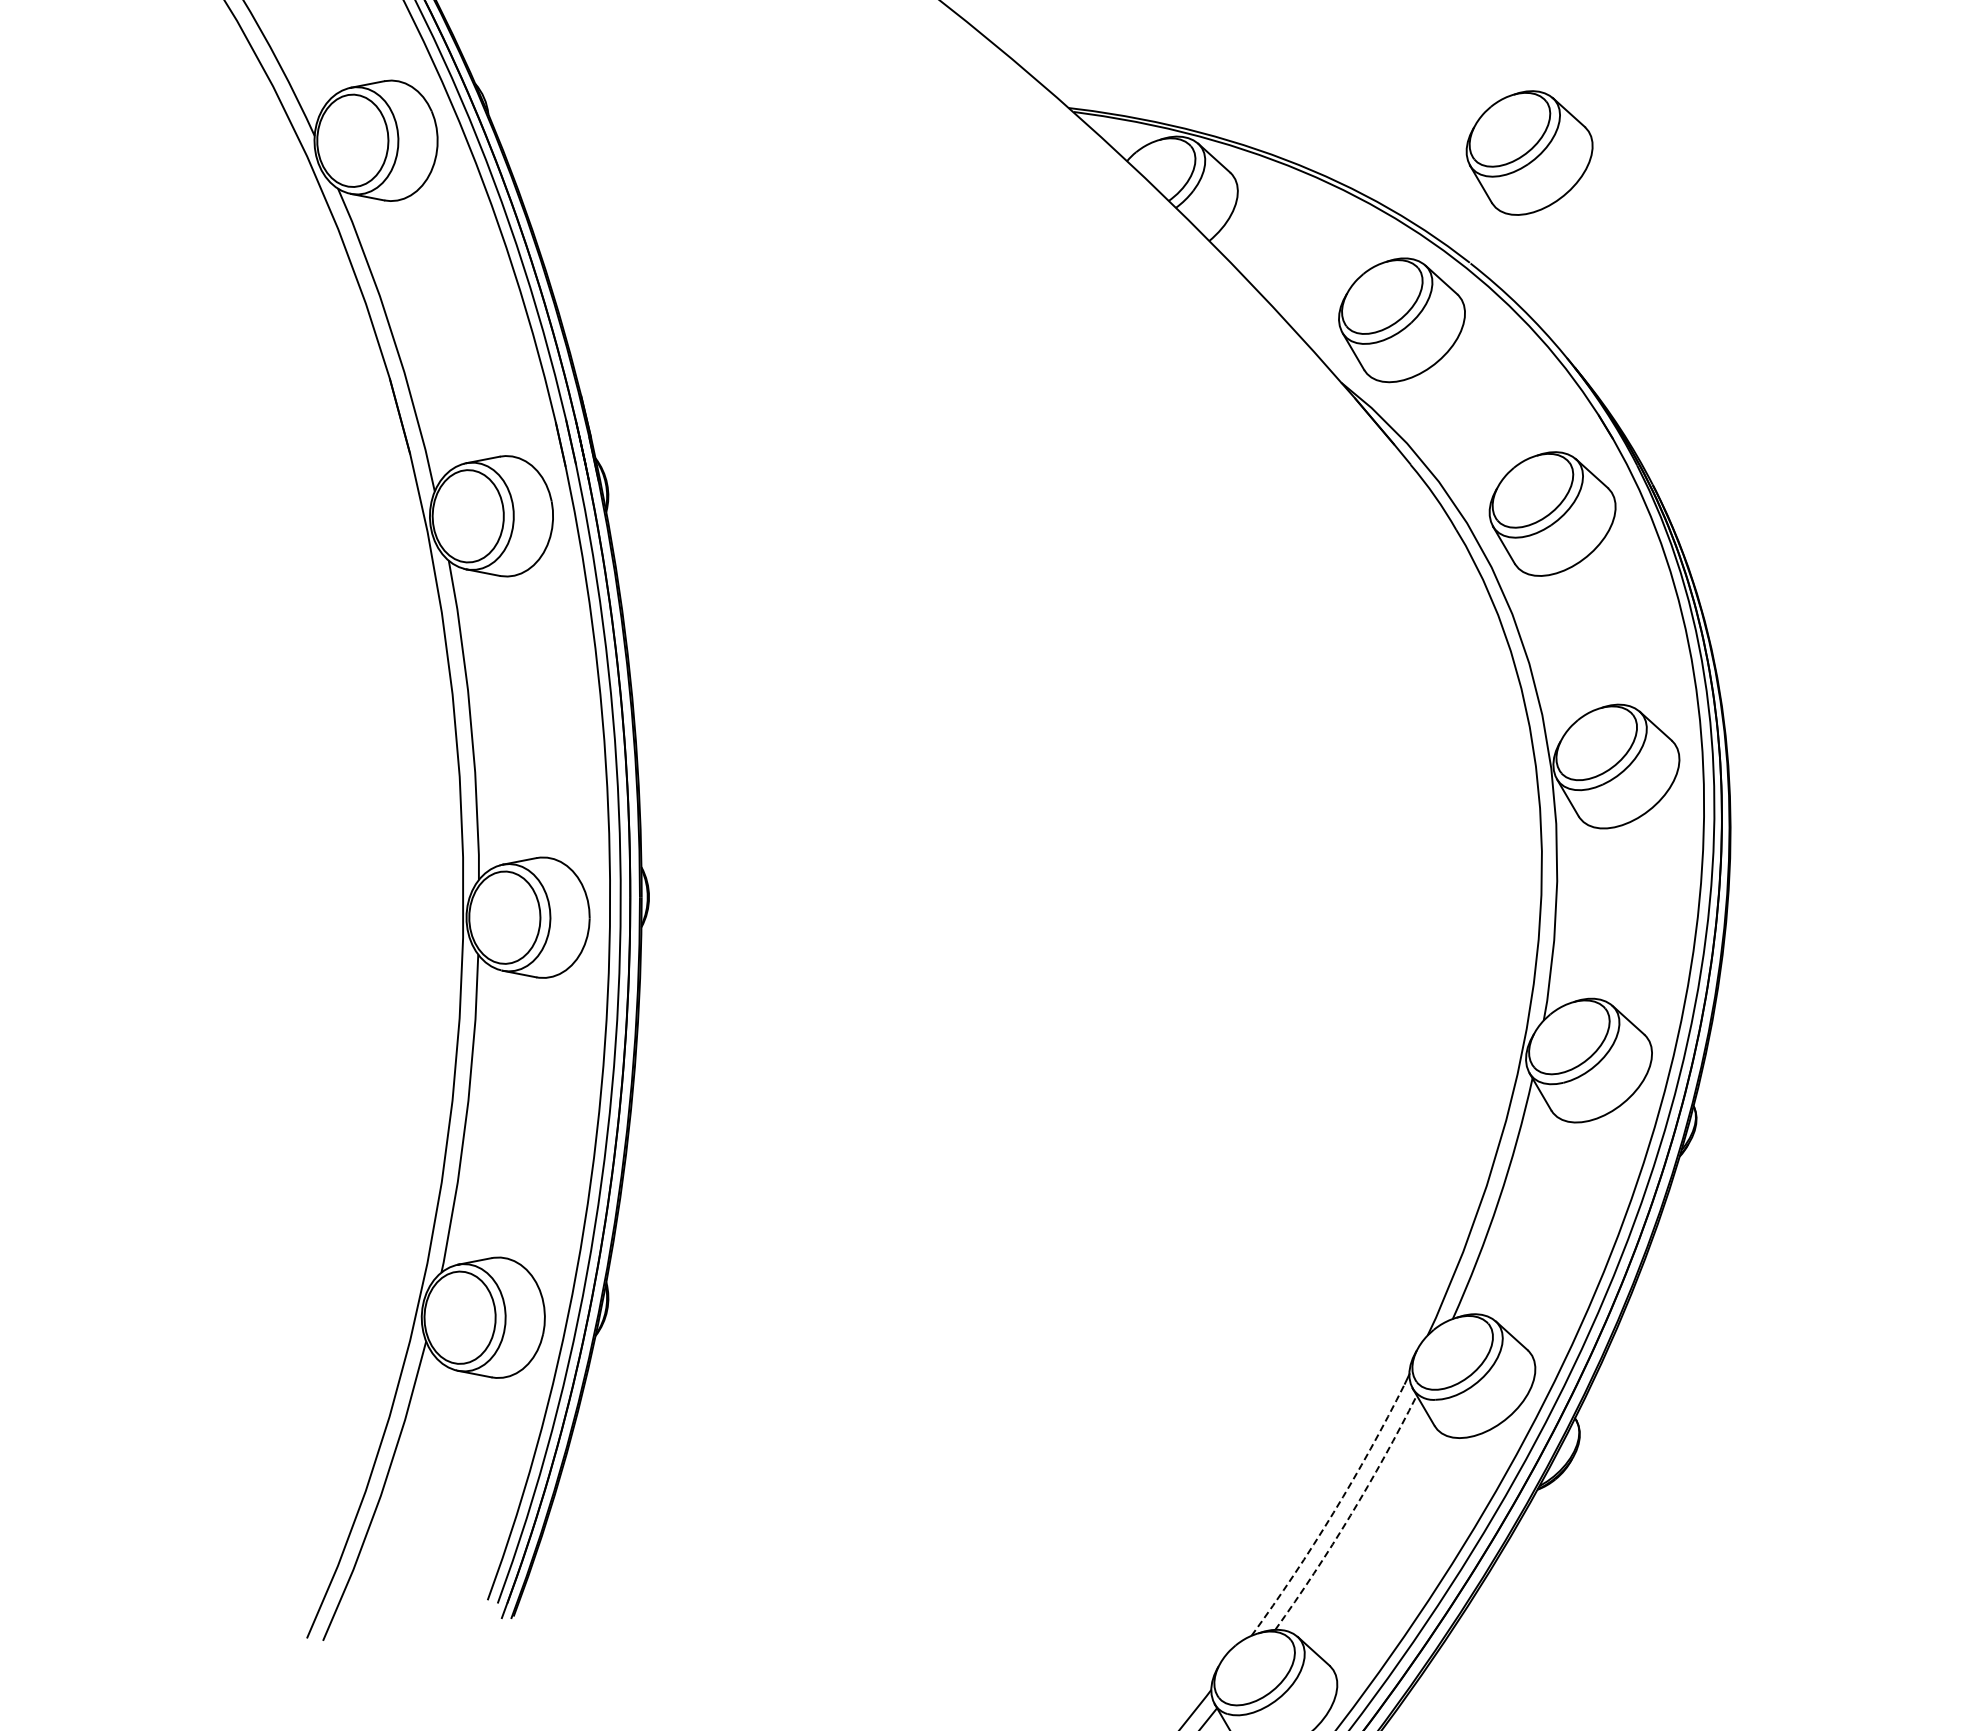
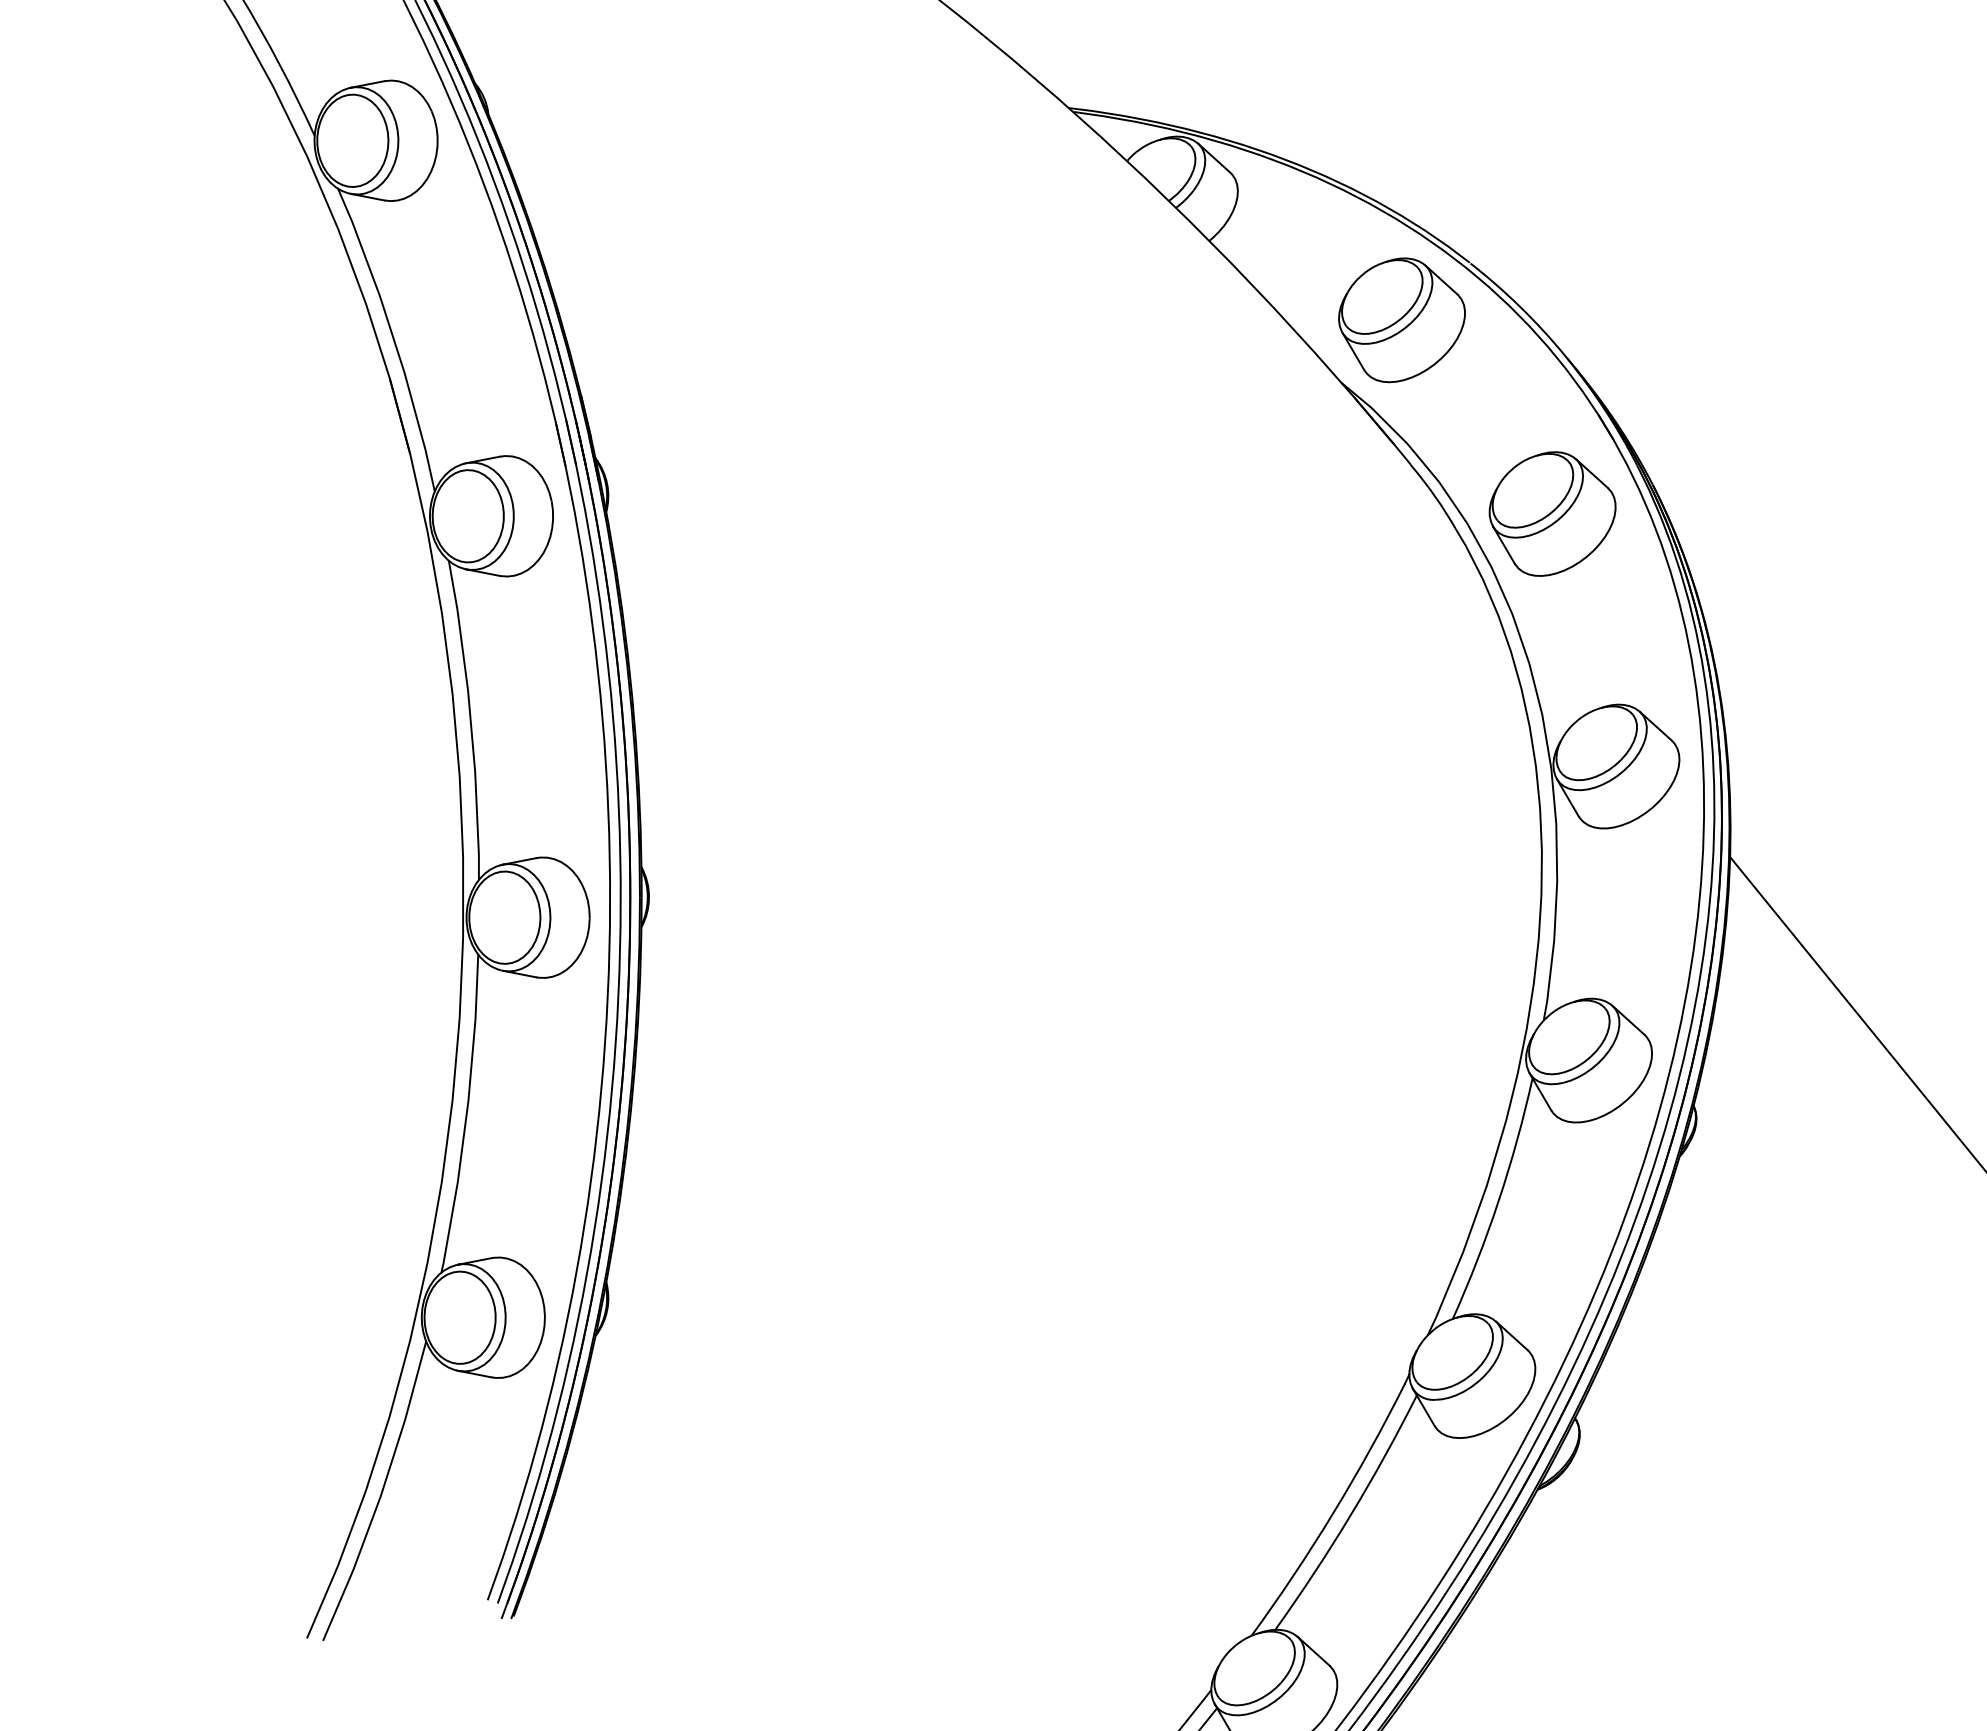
part at (1529, 152): present -> none
line at (1856, 1013): none -> present
arc at (1333, 1512): dashed -> solid
arc at (1350, 1515): dashed -> solid
